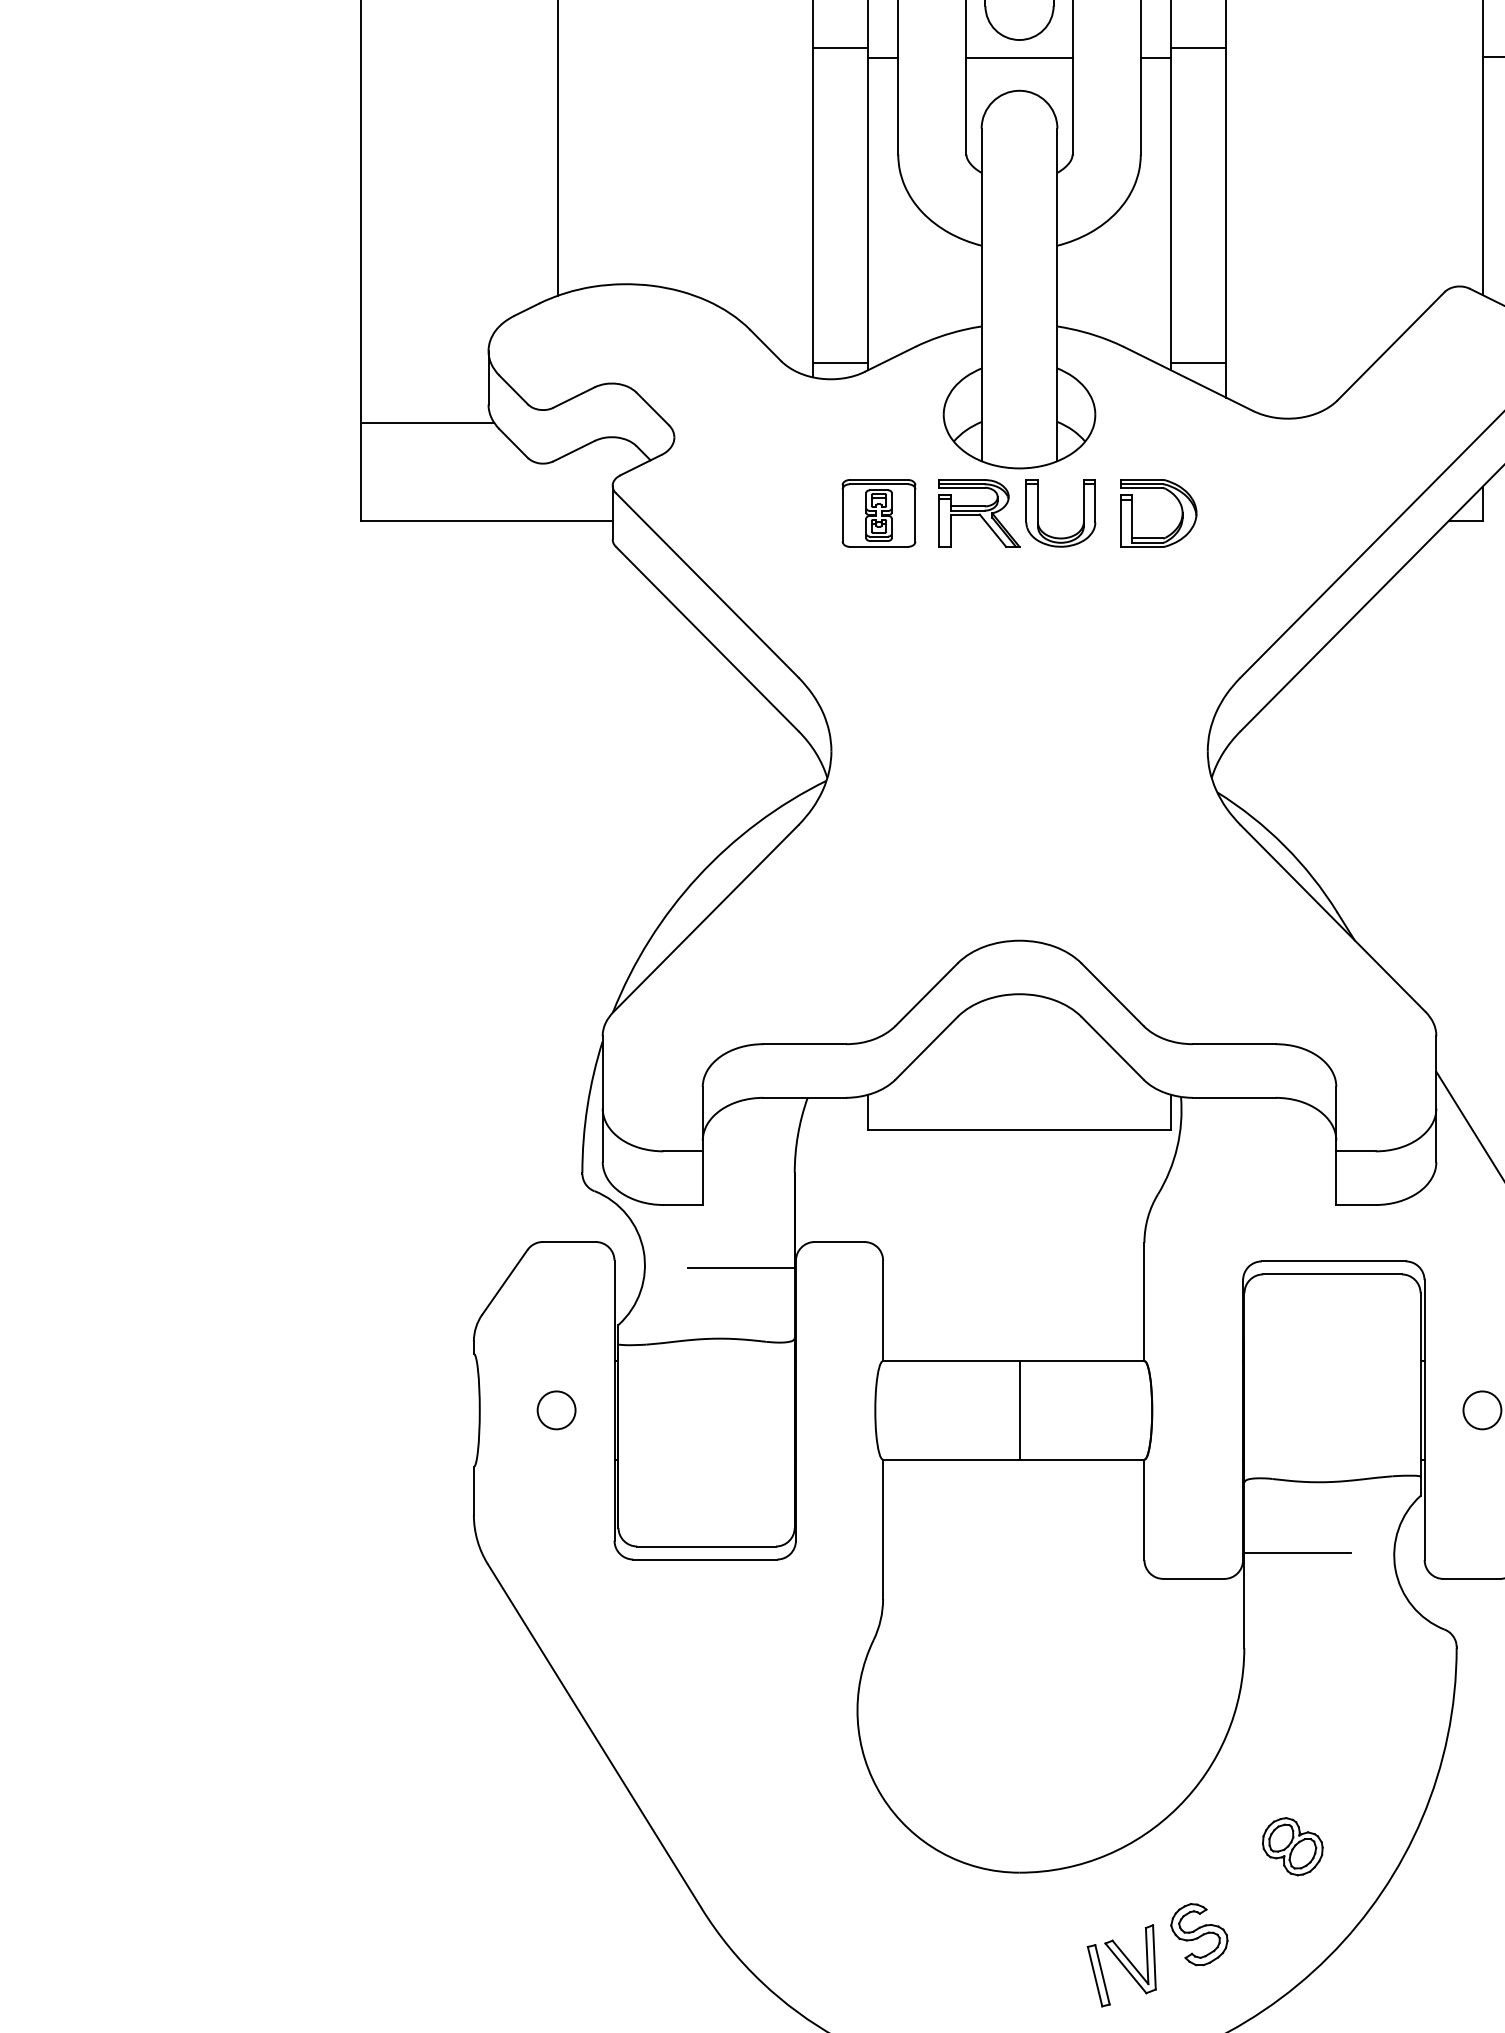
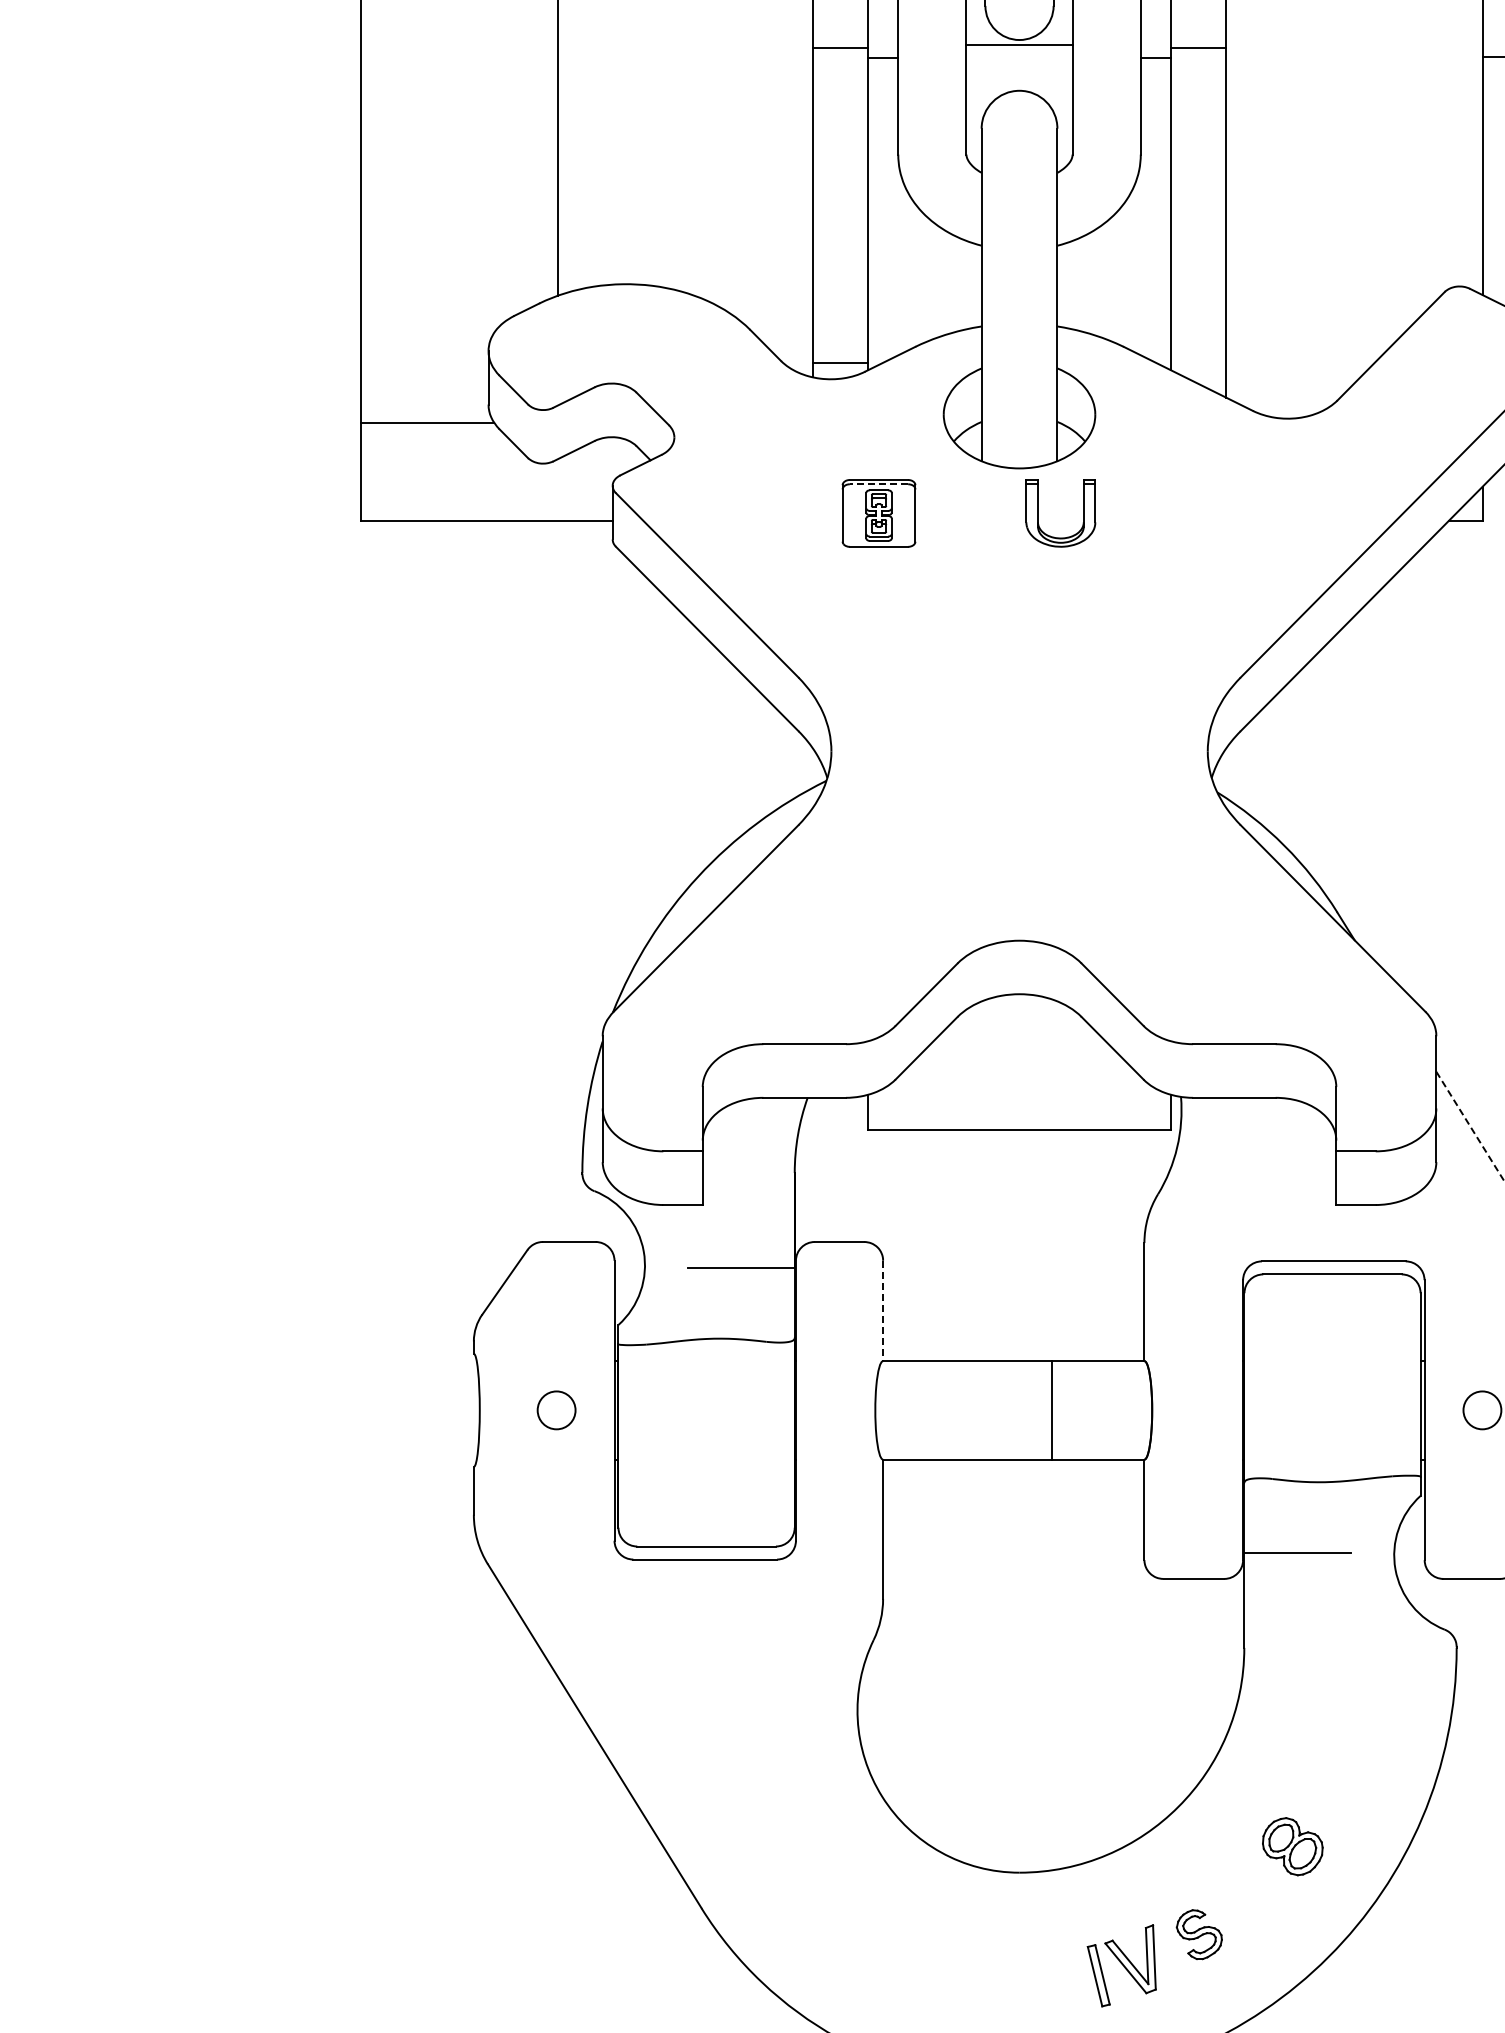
line at (1019, 58) position: (1019, 58) -> (1019, 45)
line at (1198, 363): present -> none
line at (878, 484): solid -> dashed
part at (979, 513): present -> none
part at (1177, 525): present -> none
line at (1470, 1126): solid -> dashed
line at (883, 1311): solid -> dashed
line at (1019, 1410) position: (1019, 1410) -> (1051, 1410)
part at (1199, 1934) size: 59x64 px -> 48x52 px
